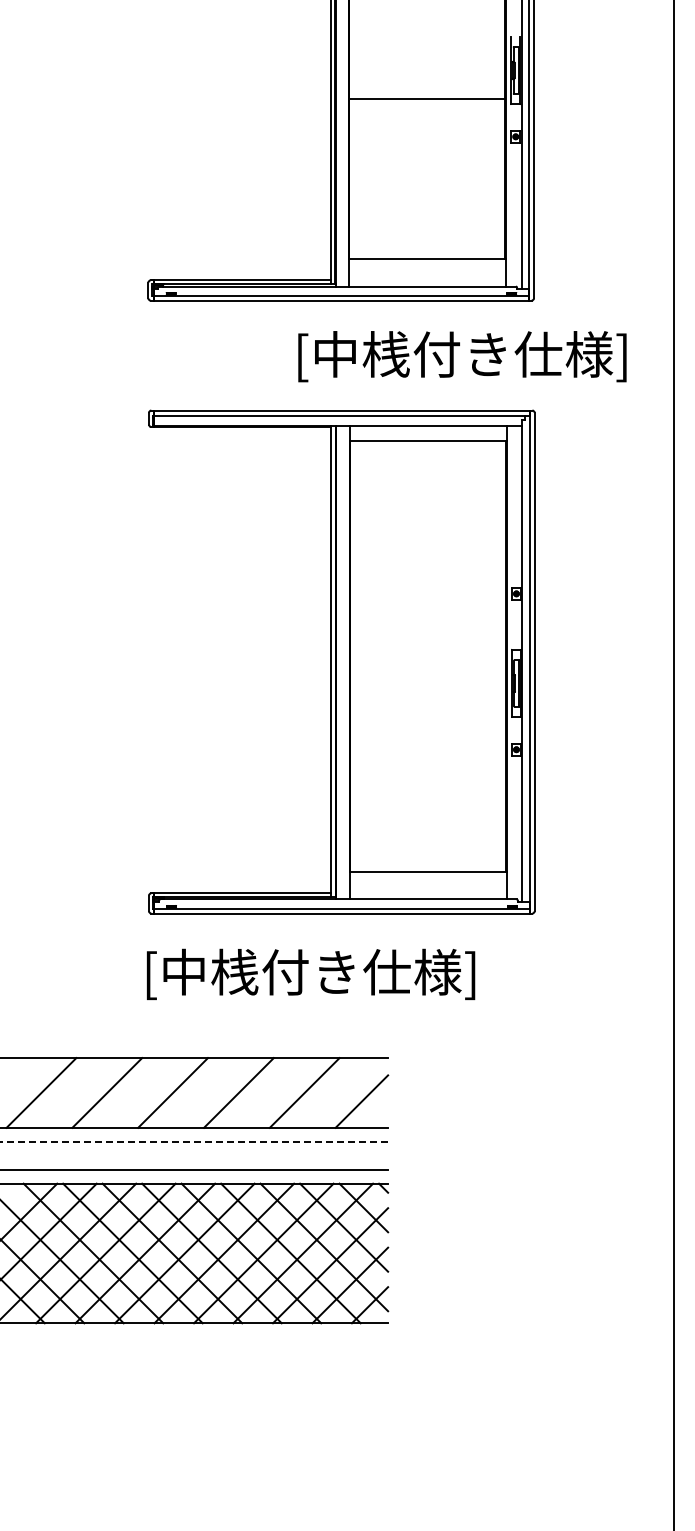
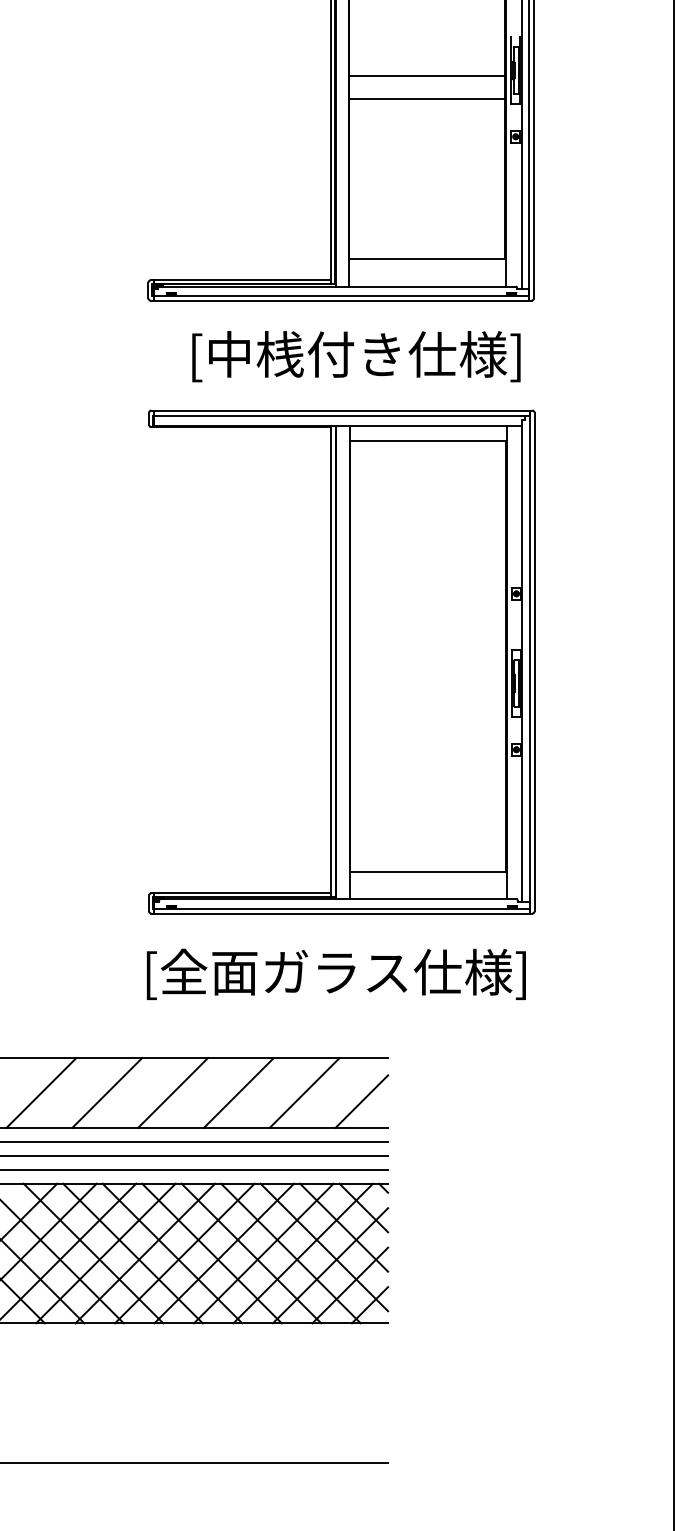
line at (427, 75): none -> present
text at (462, 356) position: (462, 356) -> (356, 356)
text at (342, 974): [中桟付き仕様] -> [全面ガラス仕様]
line at (194, 1141): dashed -> solid
line at (195, 1155): none -> present
line at (195, 1462): none -> present
